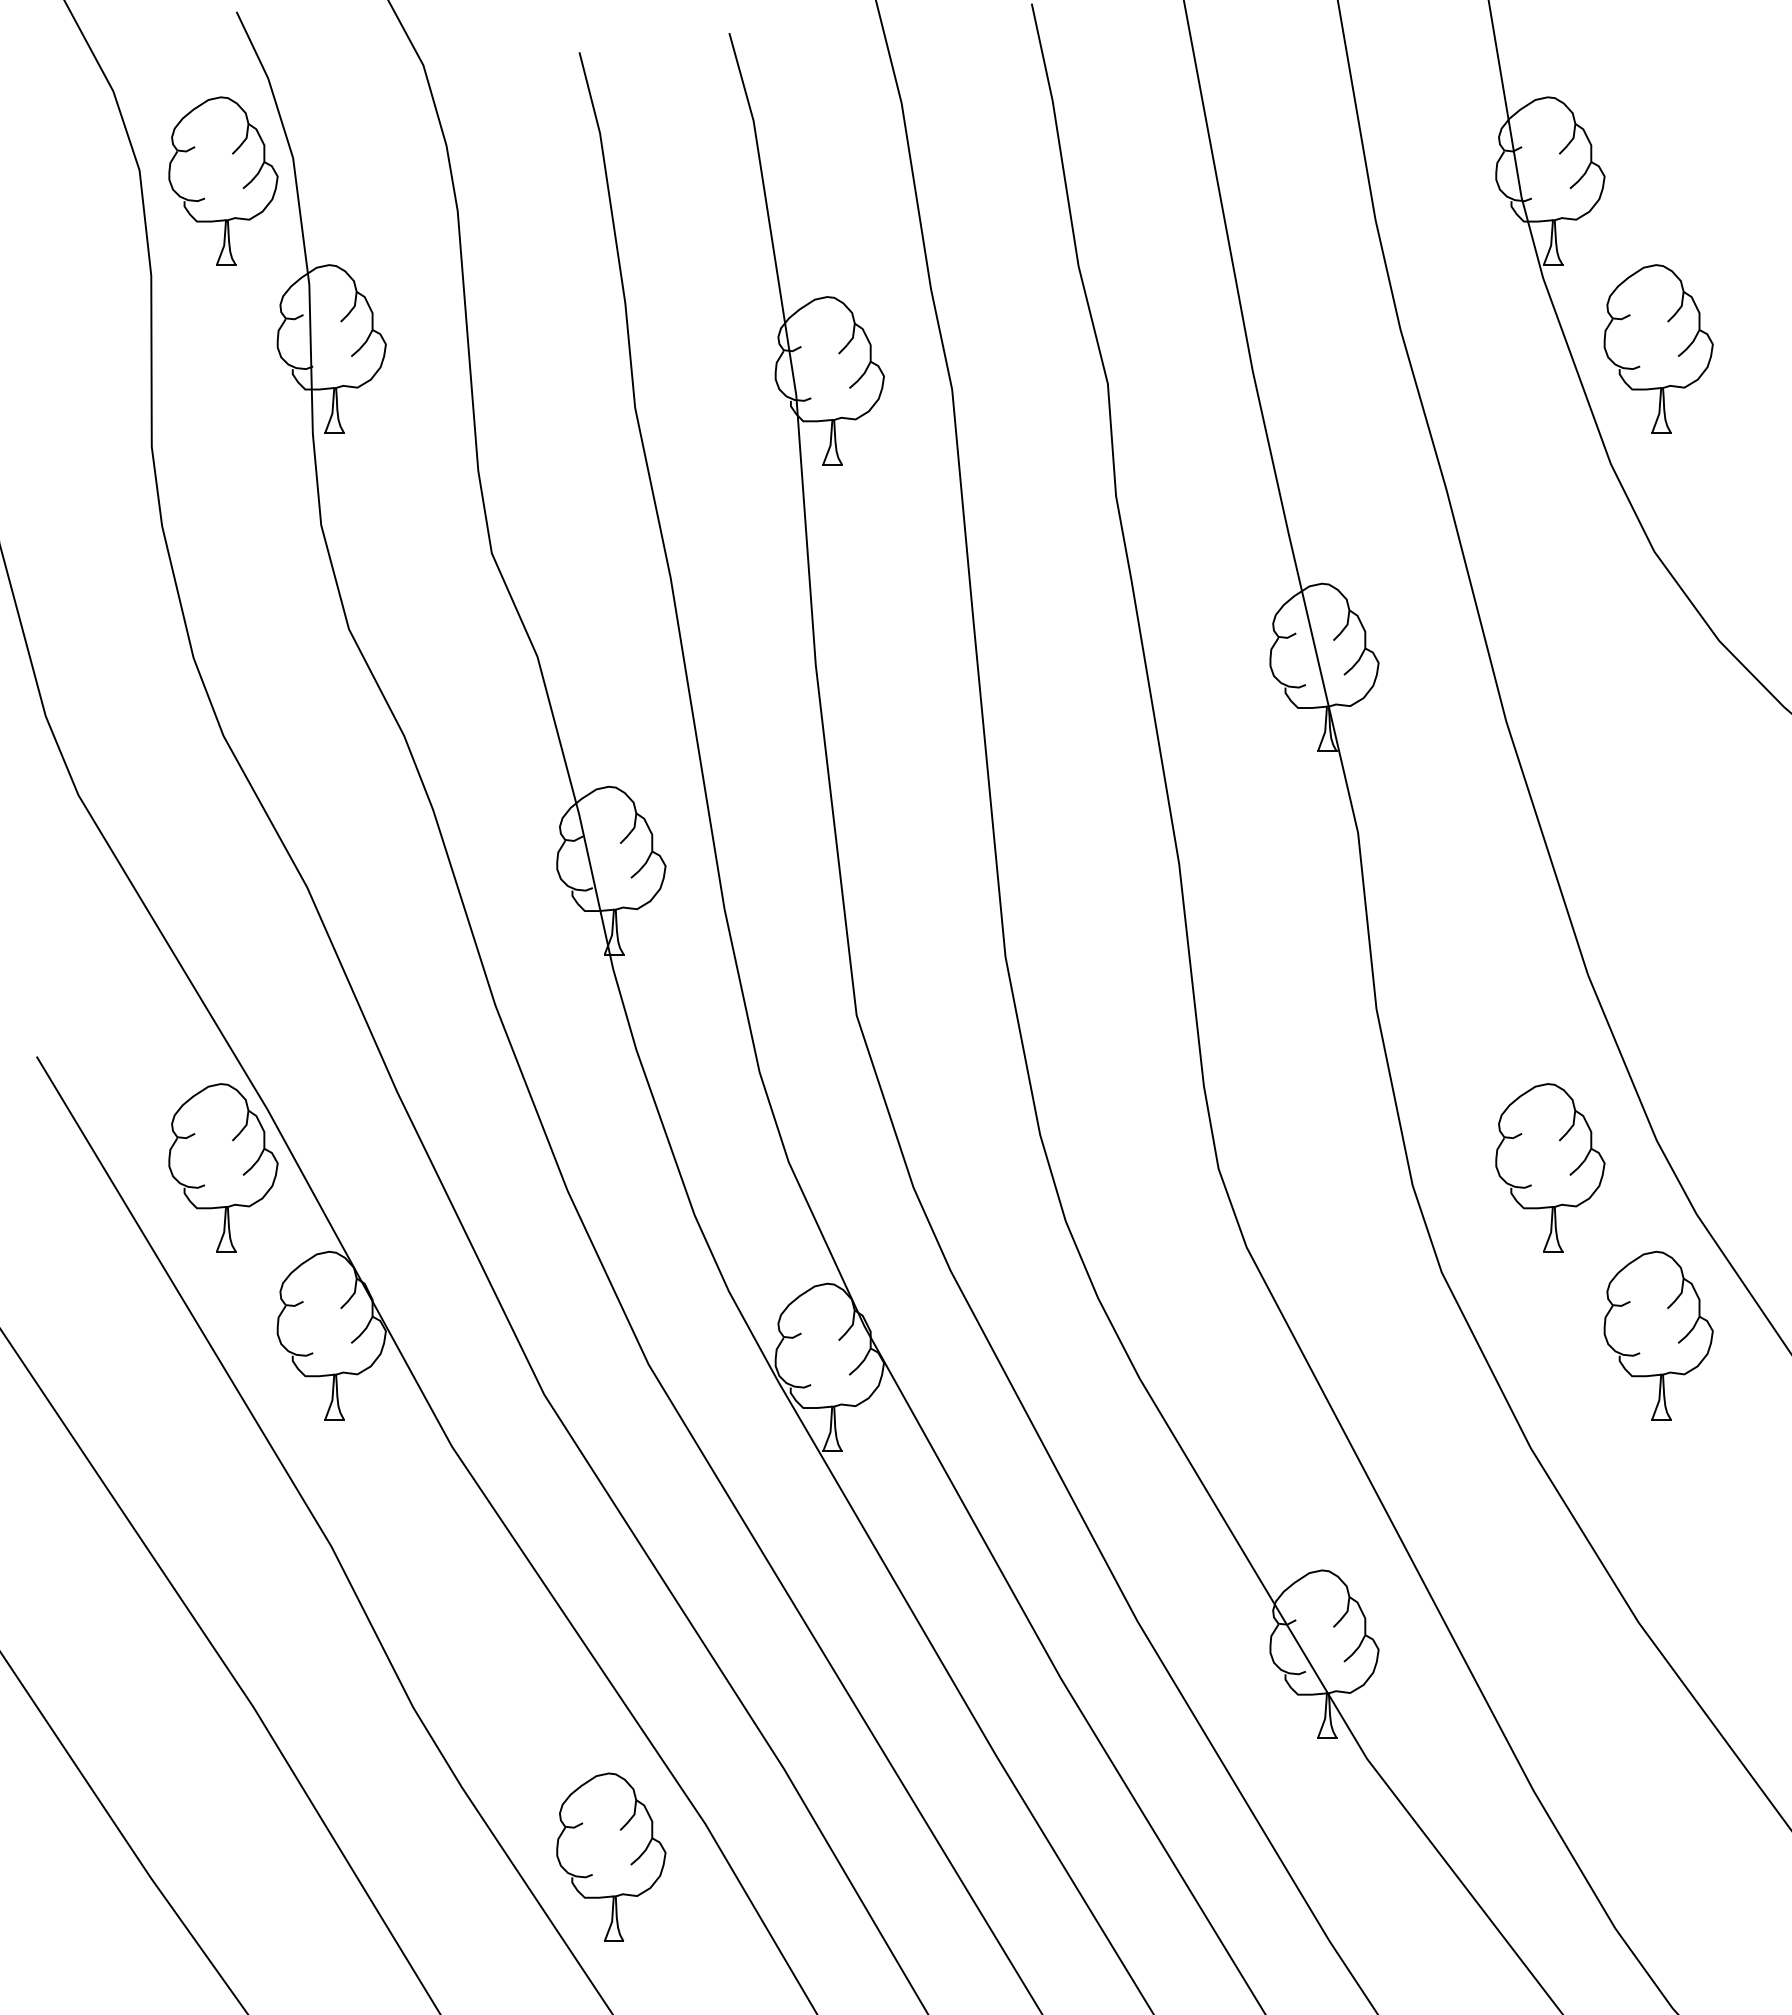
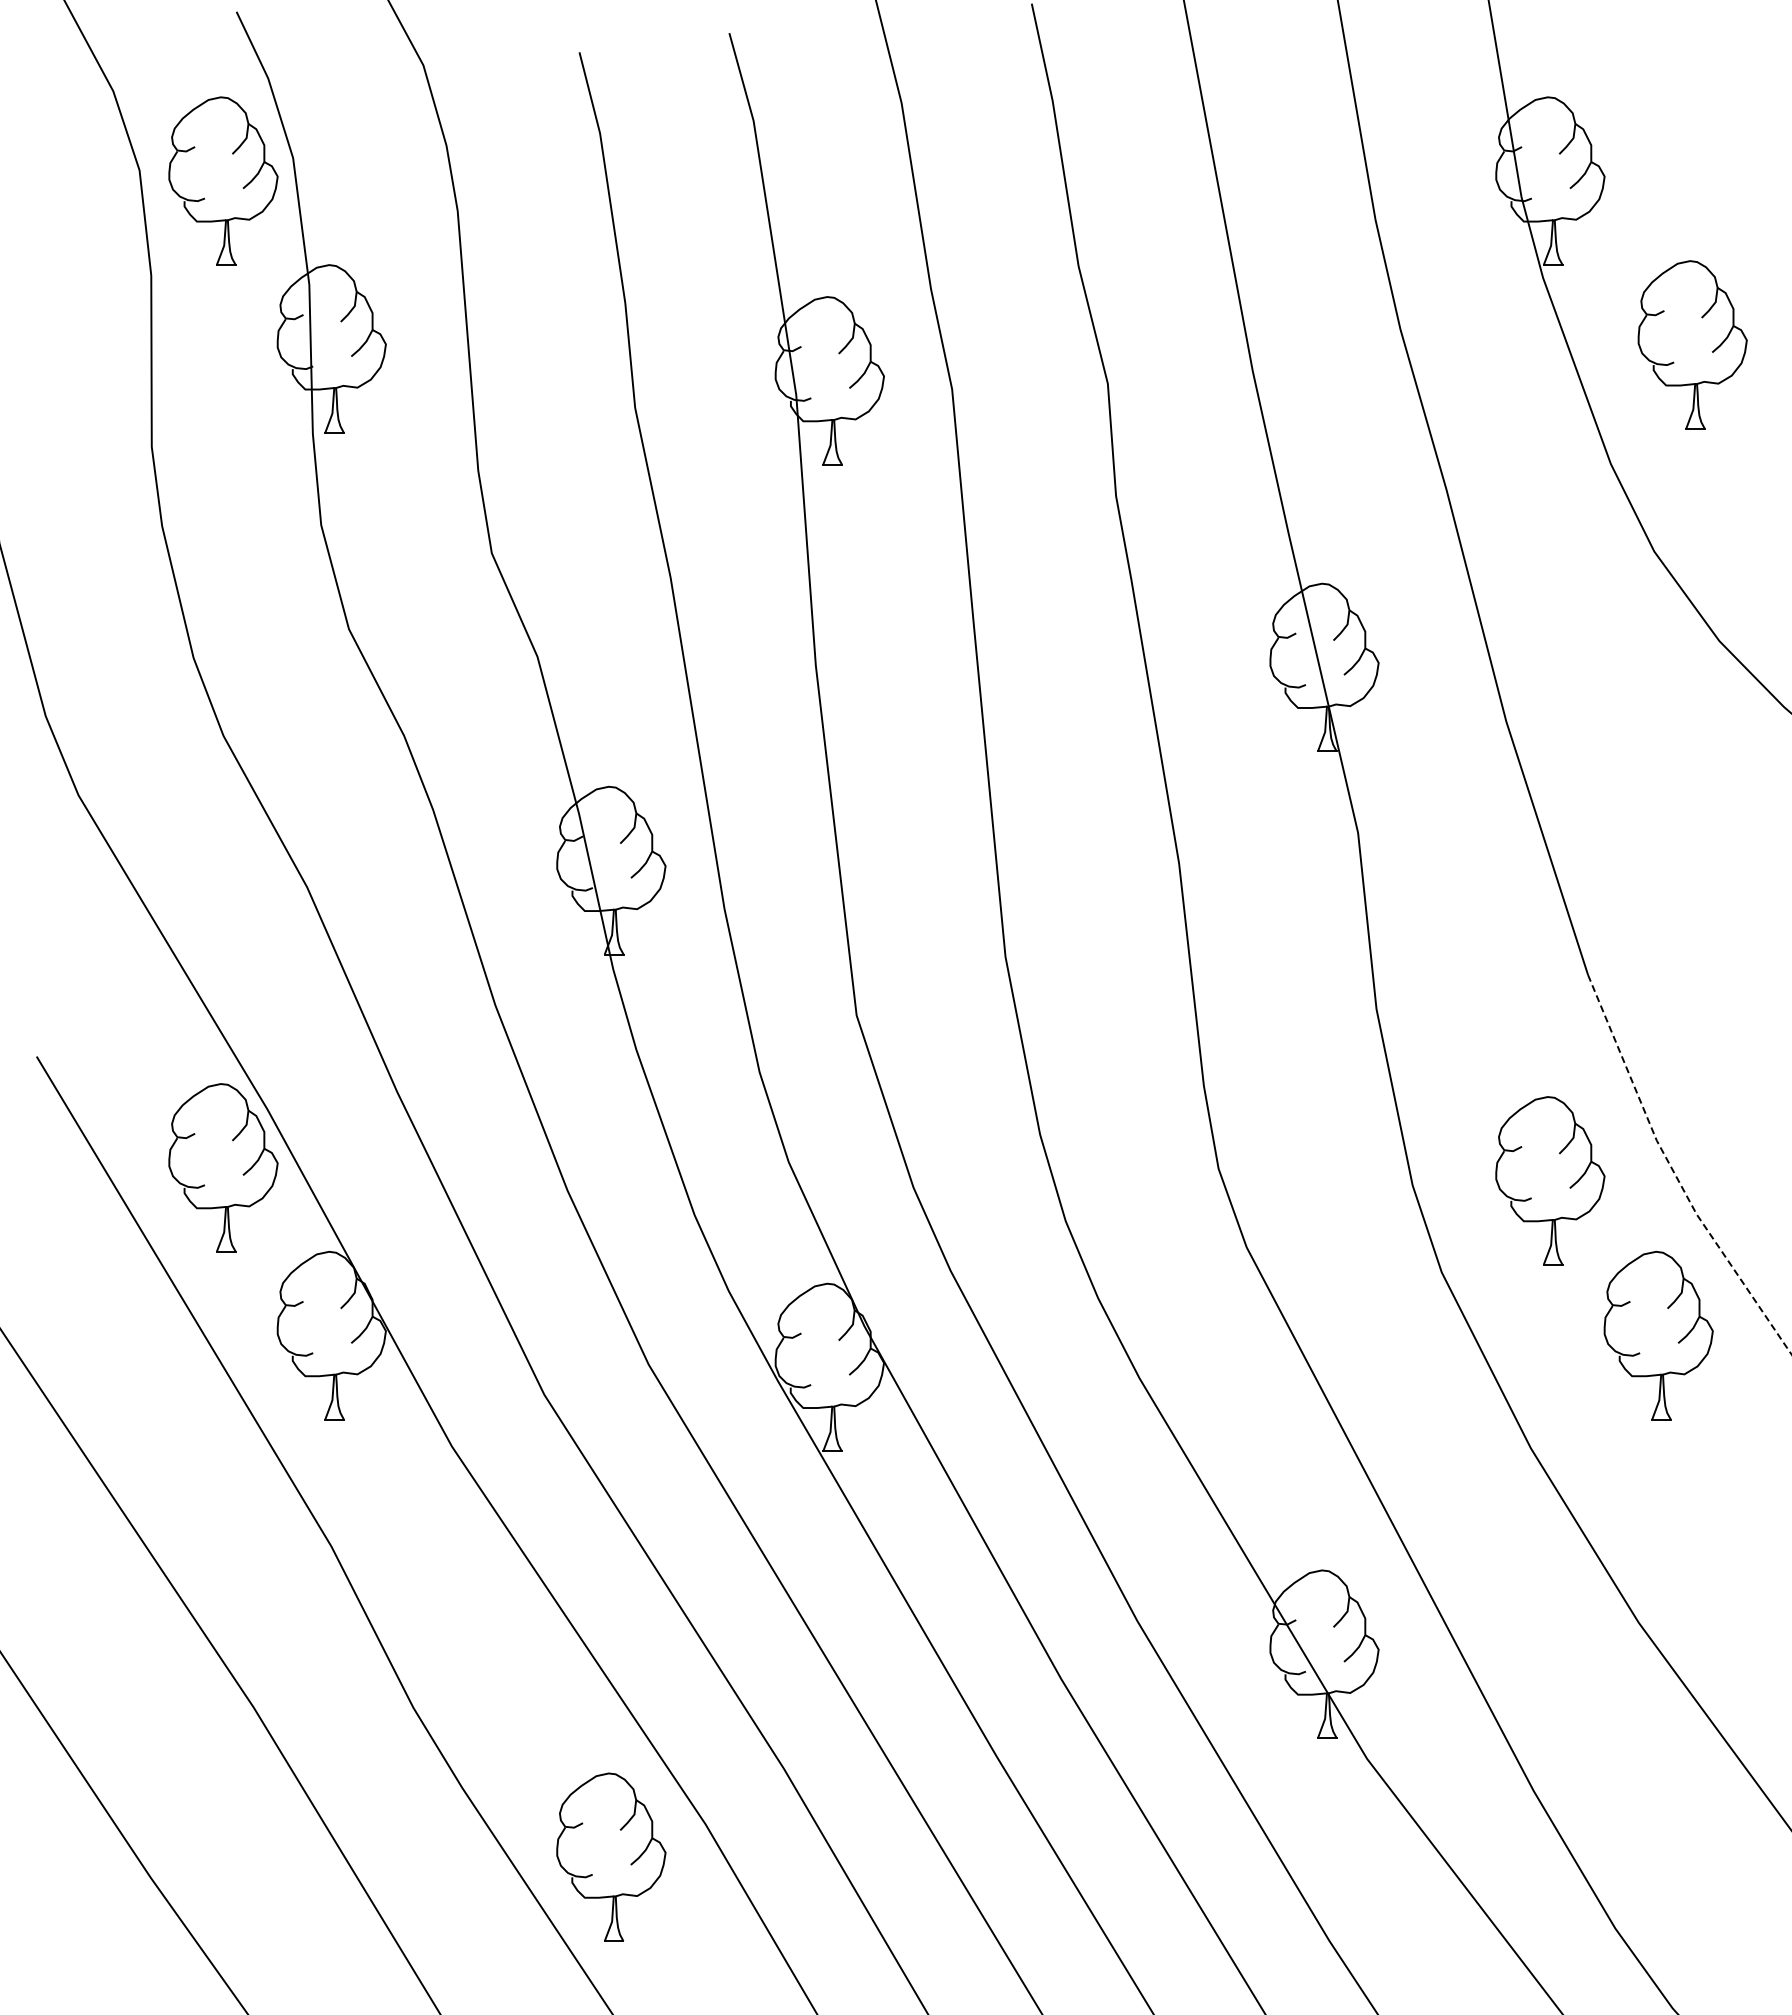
part at (1658, 348) position: (1658, 348) -> (1692, 344)
part at (1550, 1167) position: (1550, 1167) -> (1550, 1180)
line at (1674, 1173): solid -> dashed
